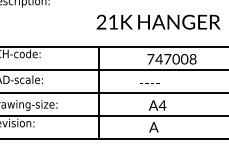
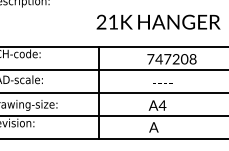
text at (175, 60): 747008 -> 747208
text at (149, 83) position: (149, 83) -> (162, 83)
